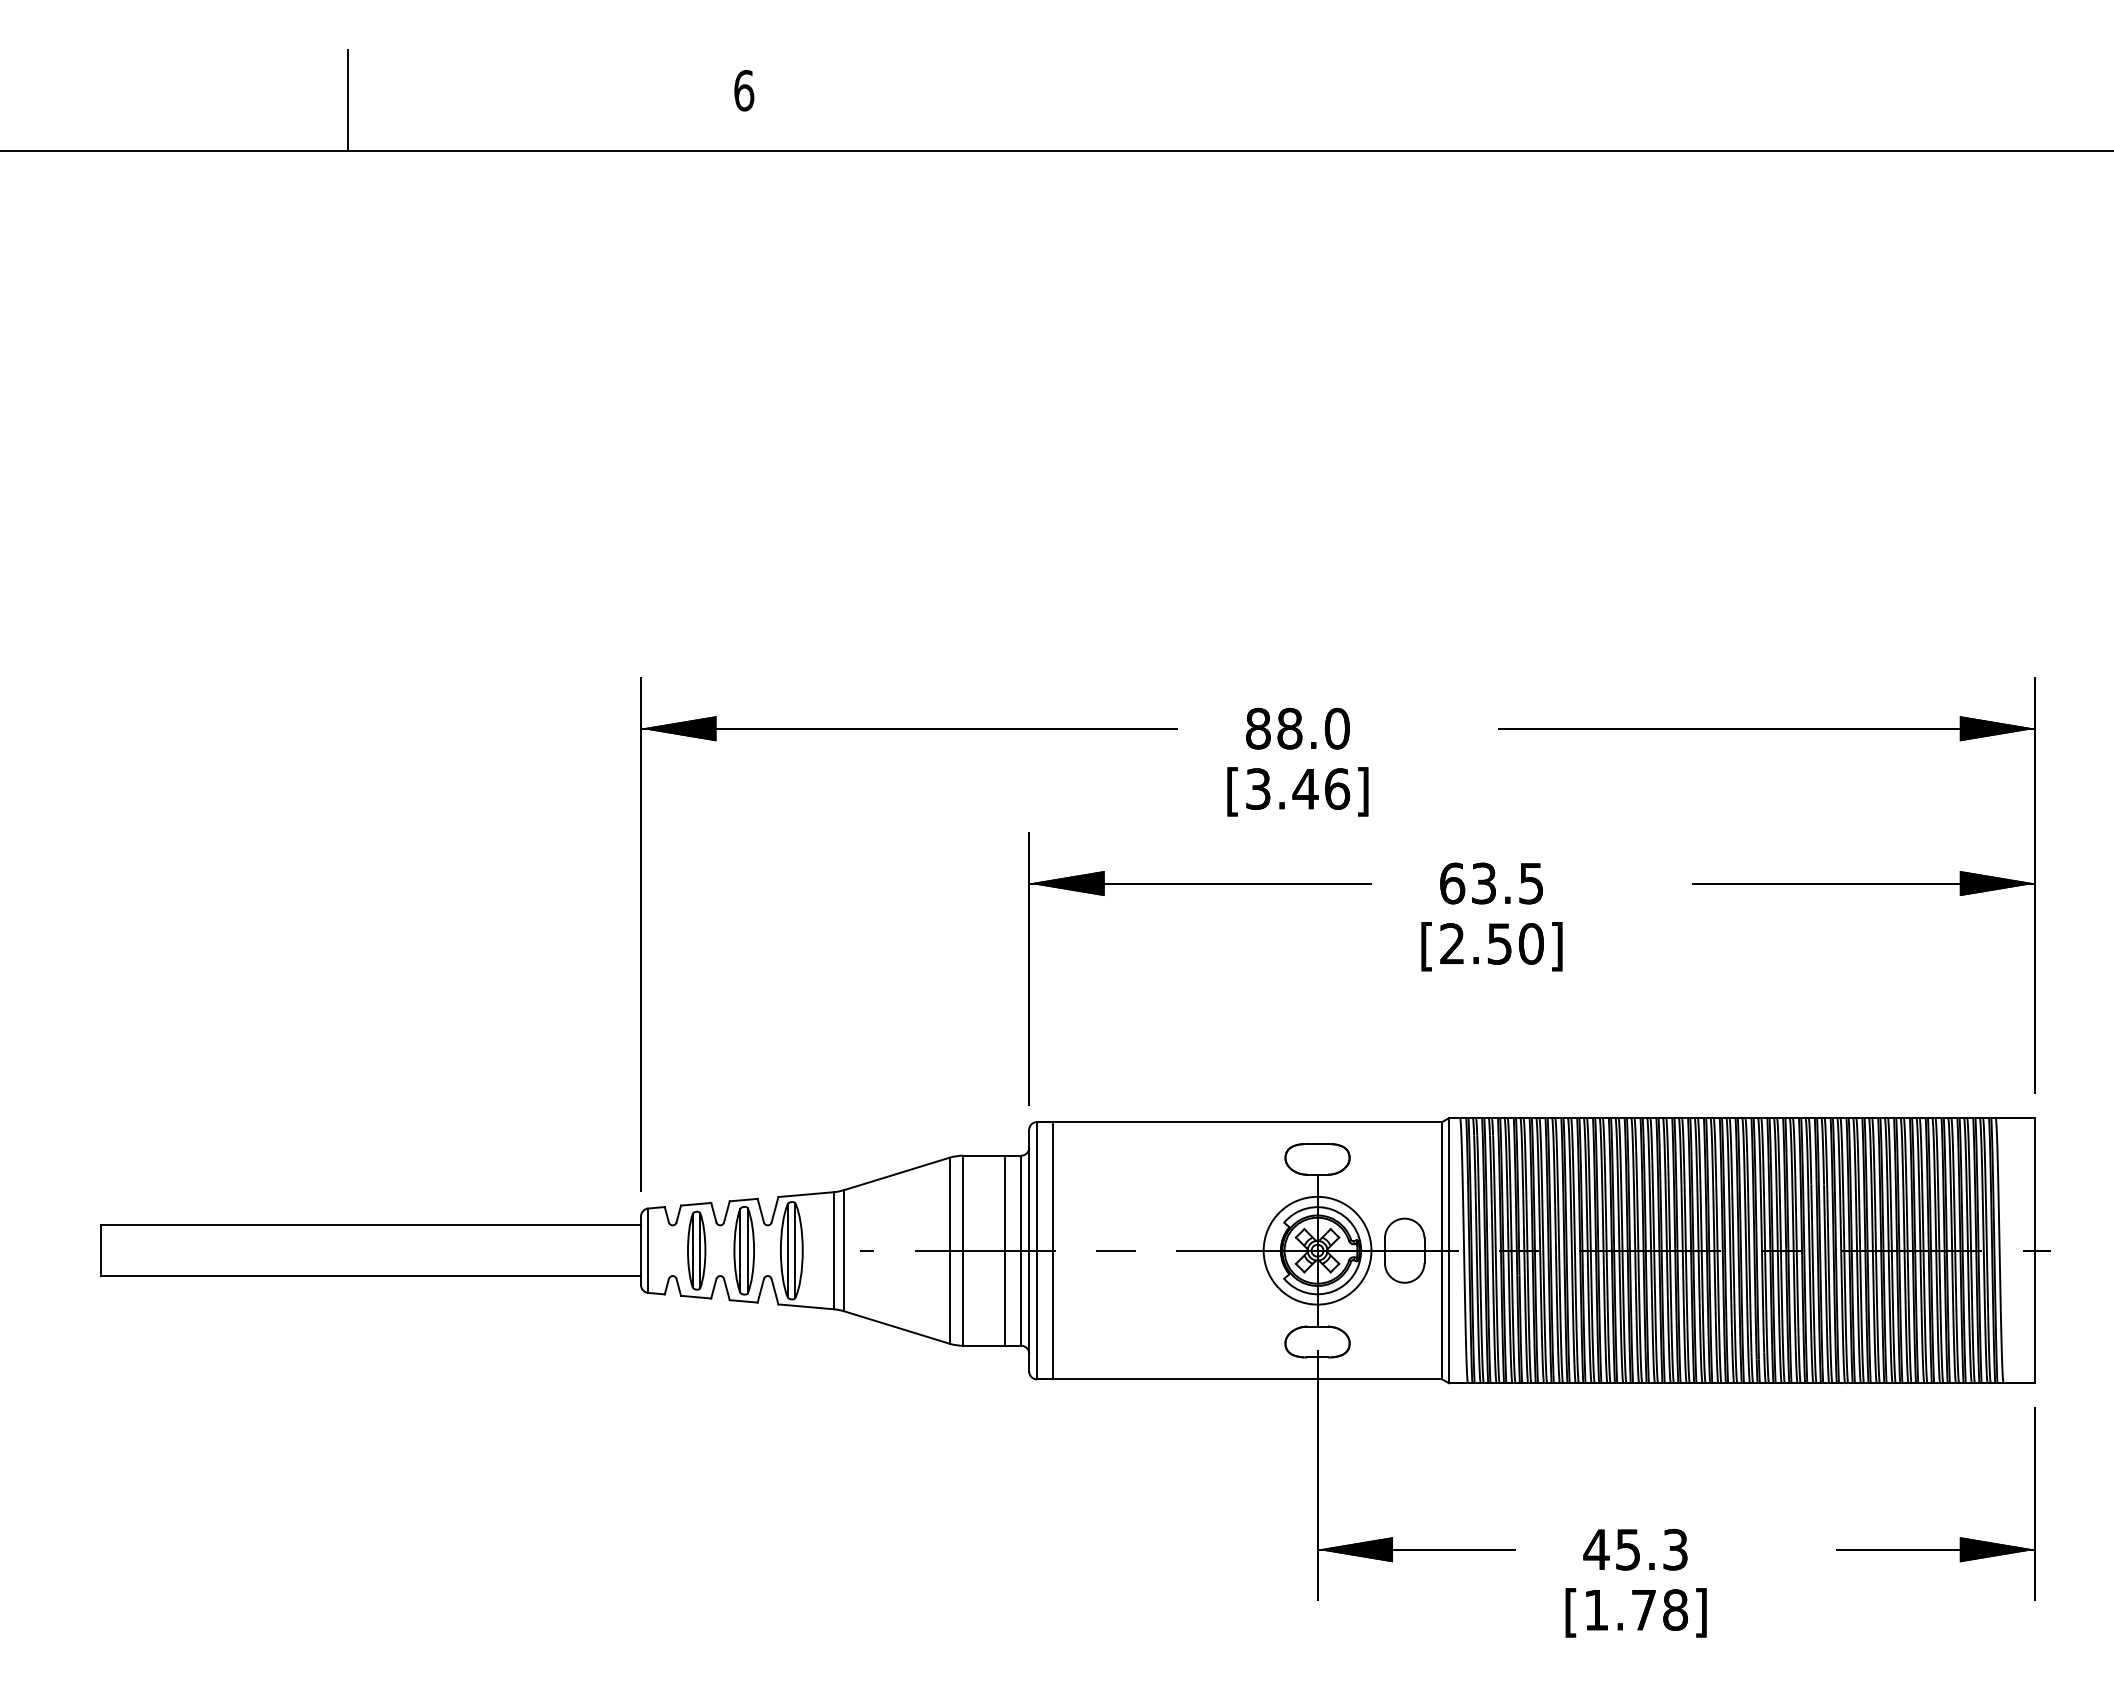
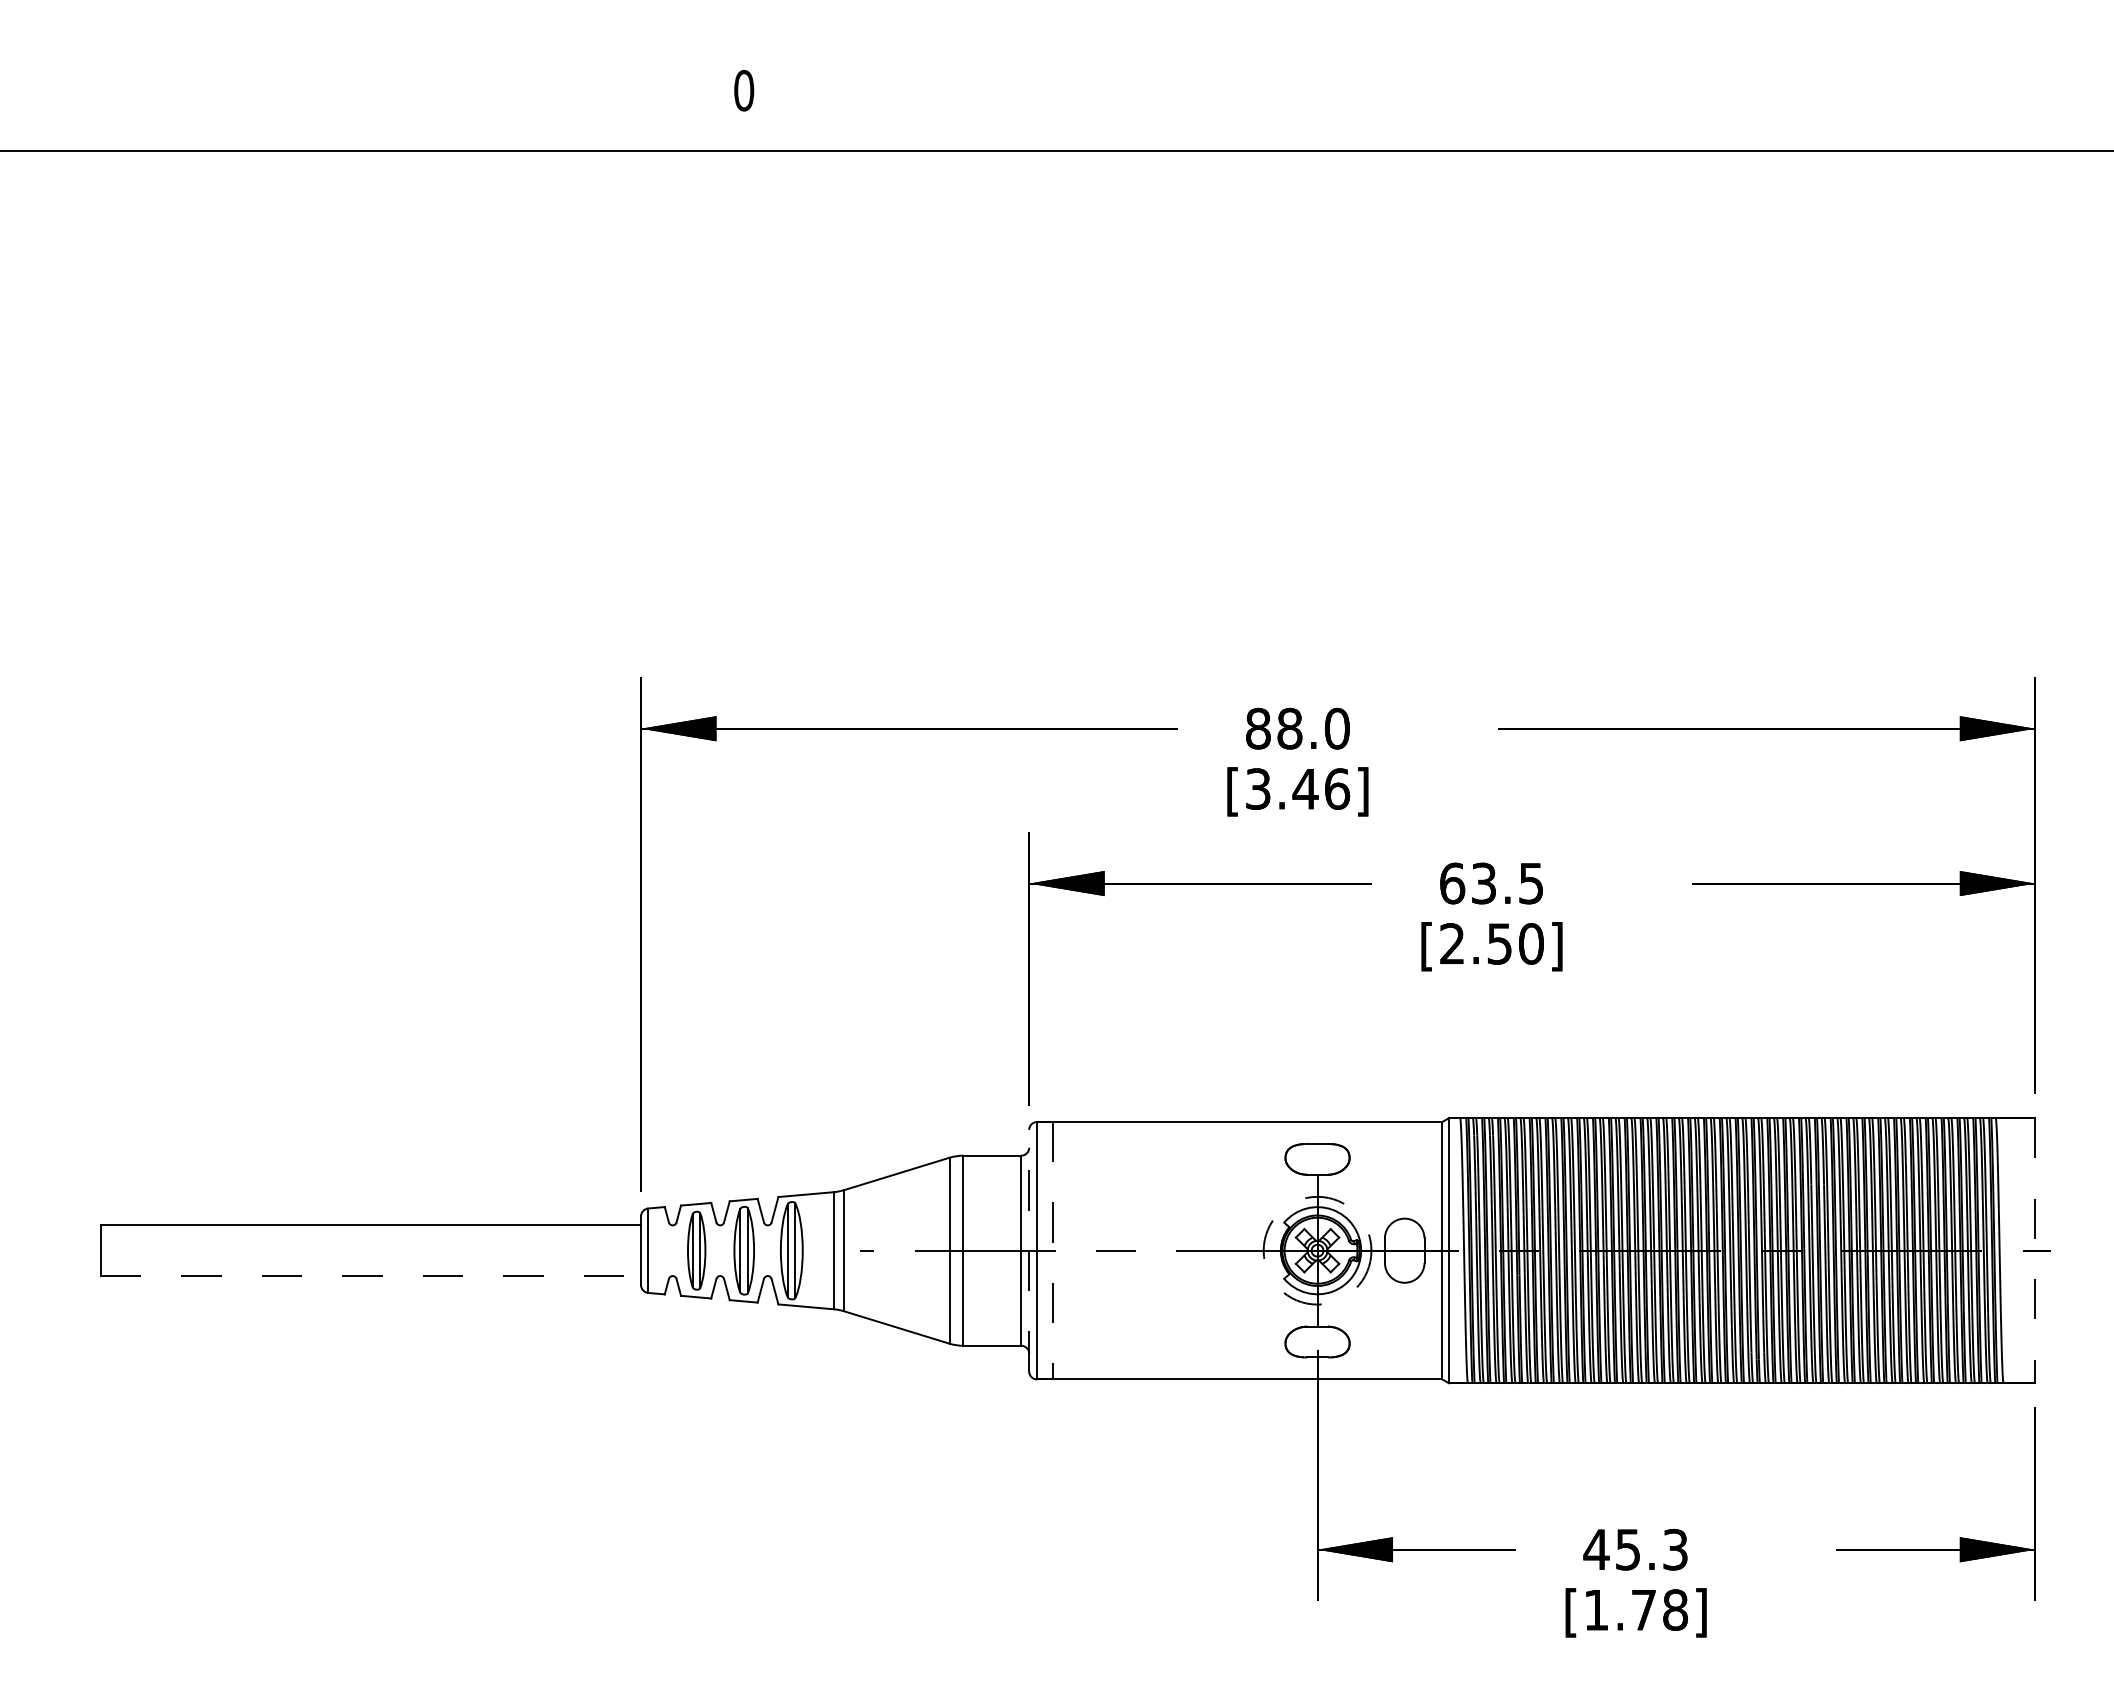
text at (744, 90): 6 -> 0
line at (347, 100): present -> none
line at (1005, 1250): present -> none
line at (1029, 1250): solid -> dashed
line at (1052, 1250): solid -> dashed
circle at (1317, 1250): solid -> dashed
line at (2035, 1250): solid -> dashed
line at (371, 1276): solid -> dashed
